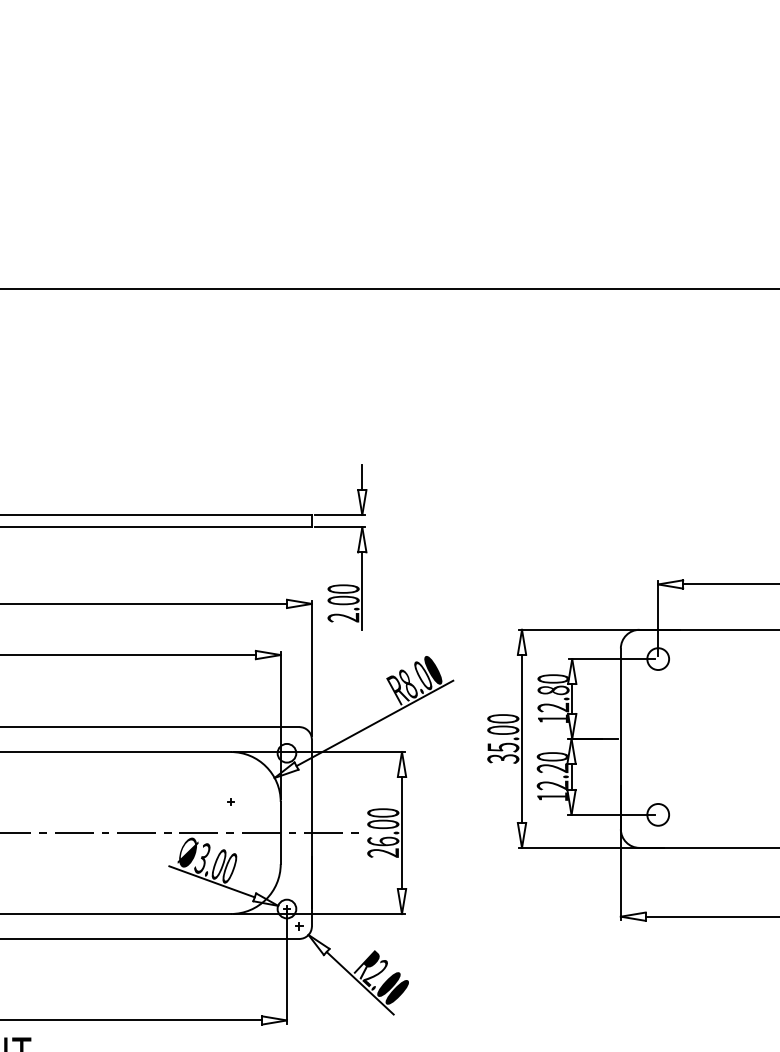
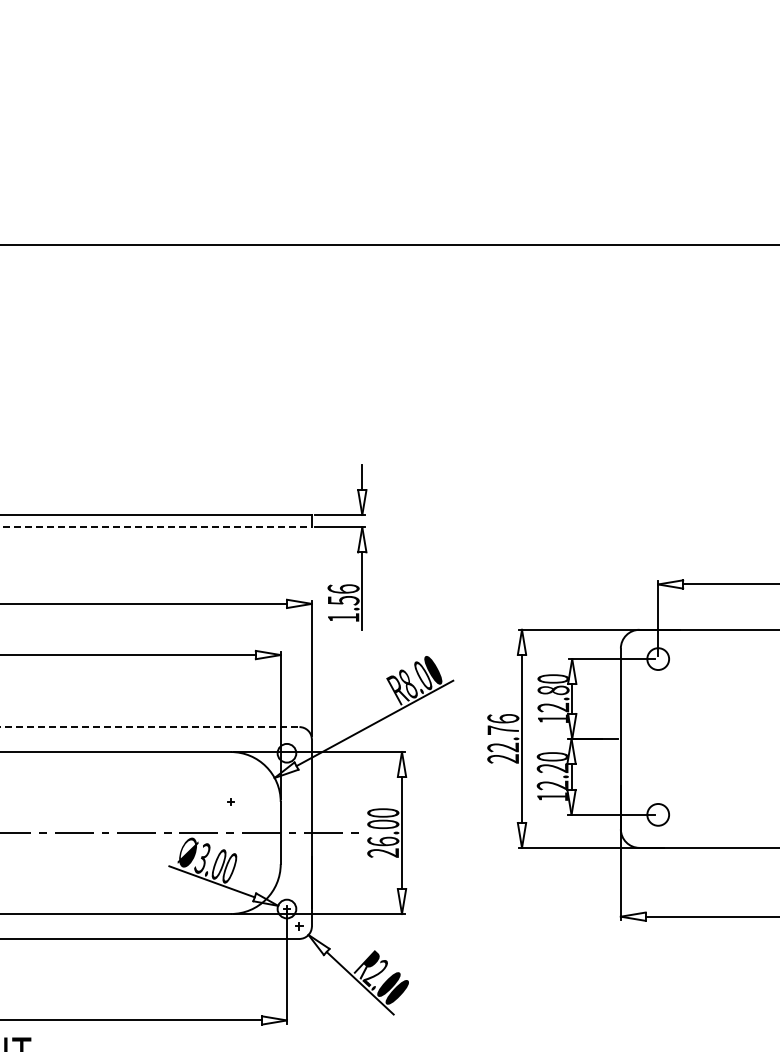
line at (389, 288) position: (389, 288) -> (389, 244)
line at (156, 527): solid -> dashed
text at (343, 603): 2.00 -> 1.56
line at (150, 727): solid -> dashed
text at (503, 738): 35.00 -> 22.76
